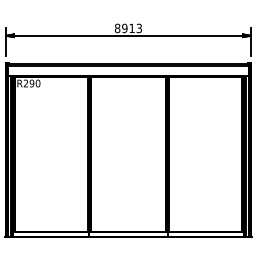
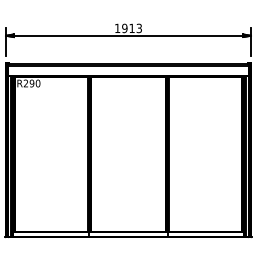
text at (117, 28): 8913 -> 1913
